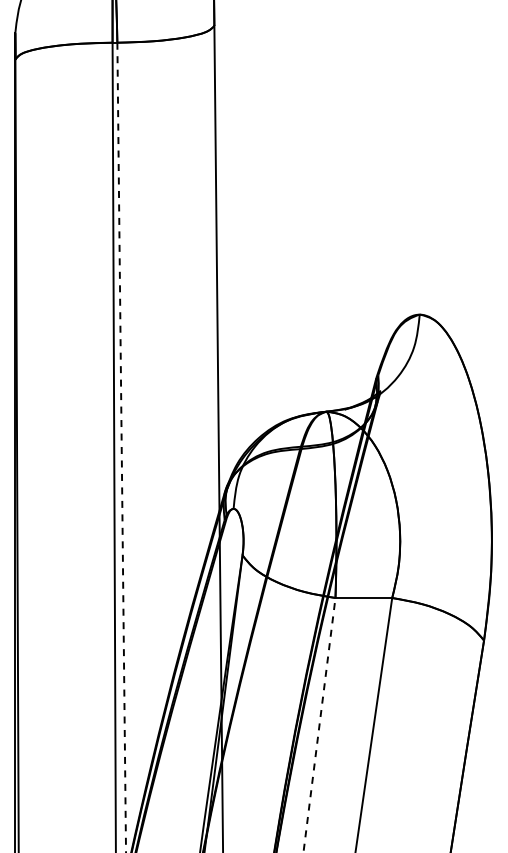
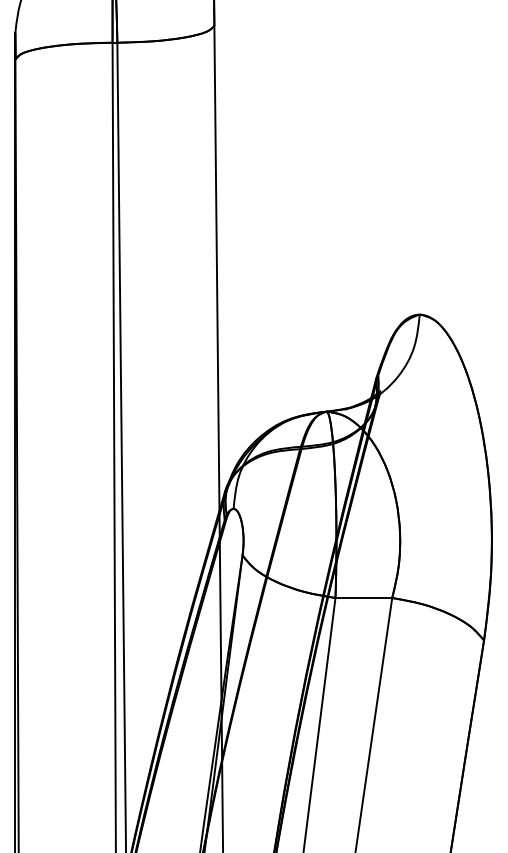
line at (121, 447): dashed -> solid
line at (319, 724): dashed -> solid
